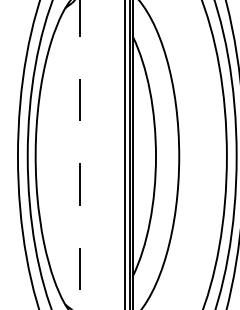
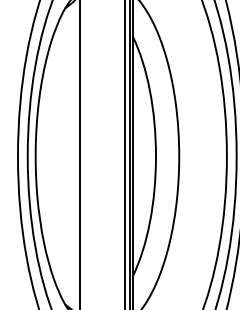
line at (79, 154): dashed -> solid
